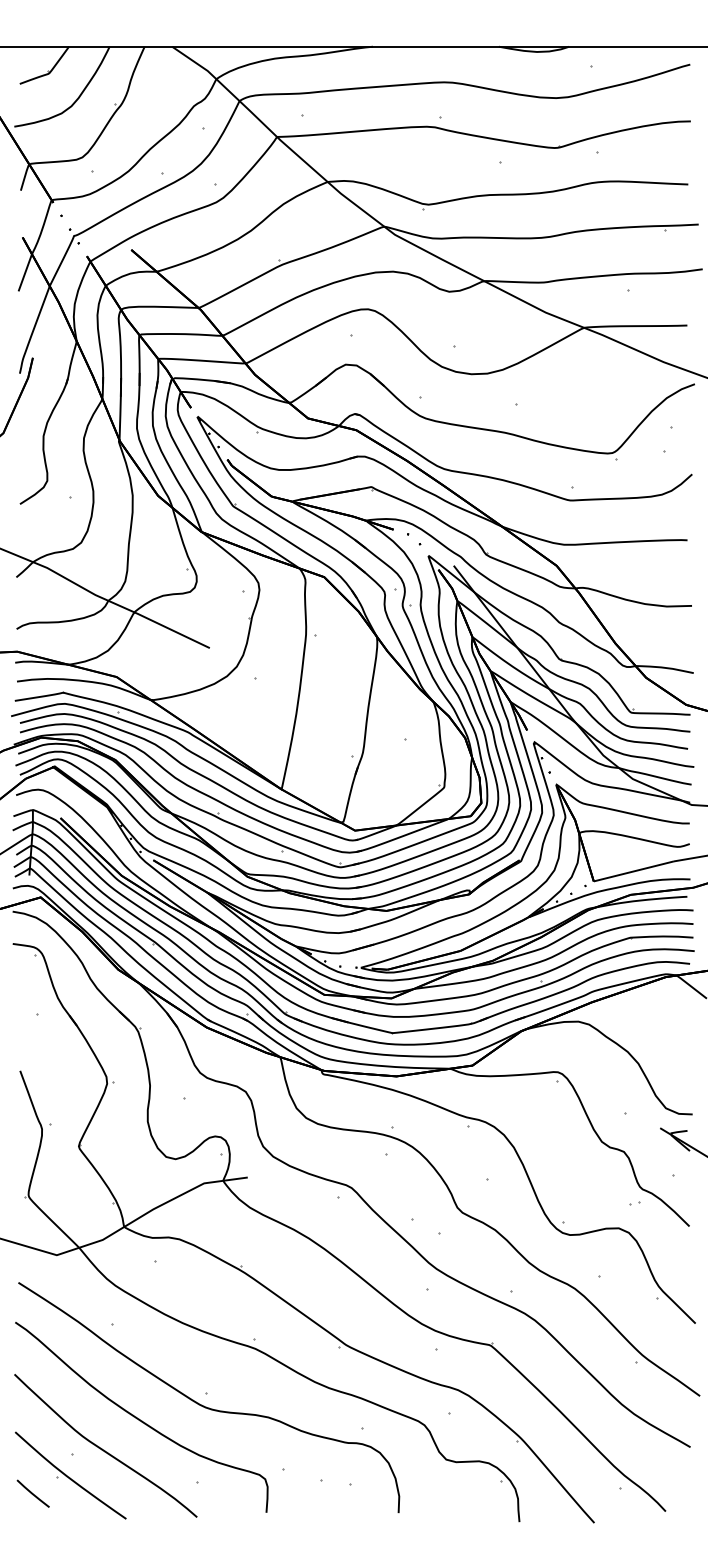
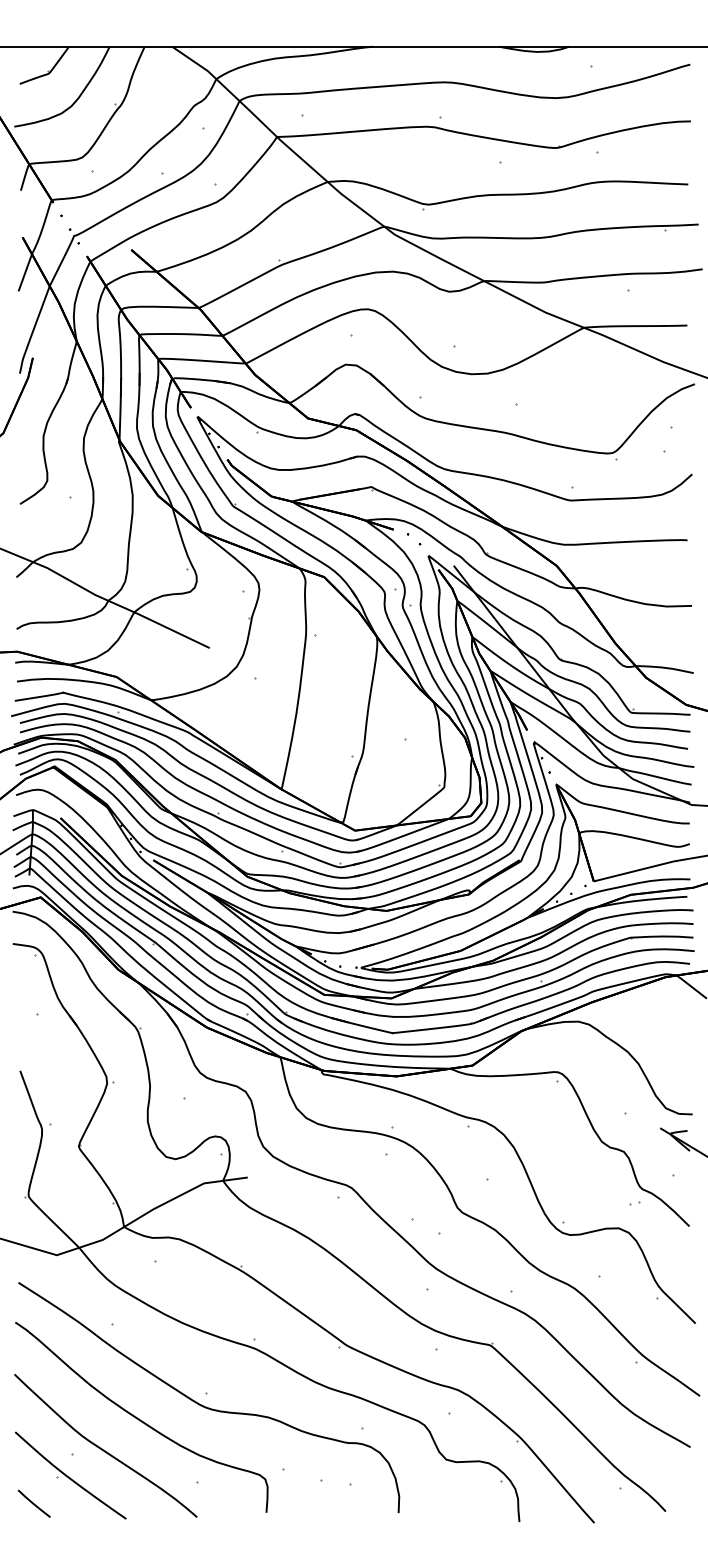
line at (32, 1493) position: (32, 1493) -> (33, 1503)
